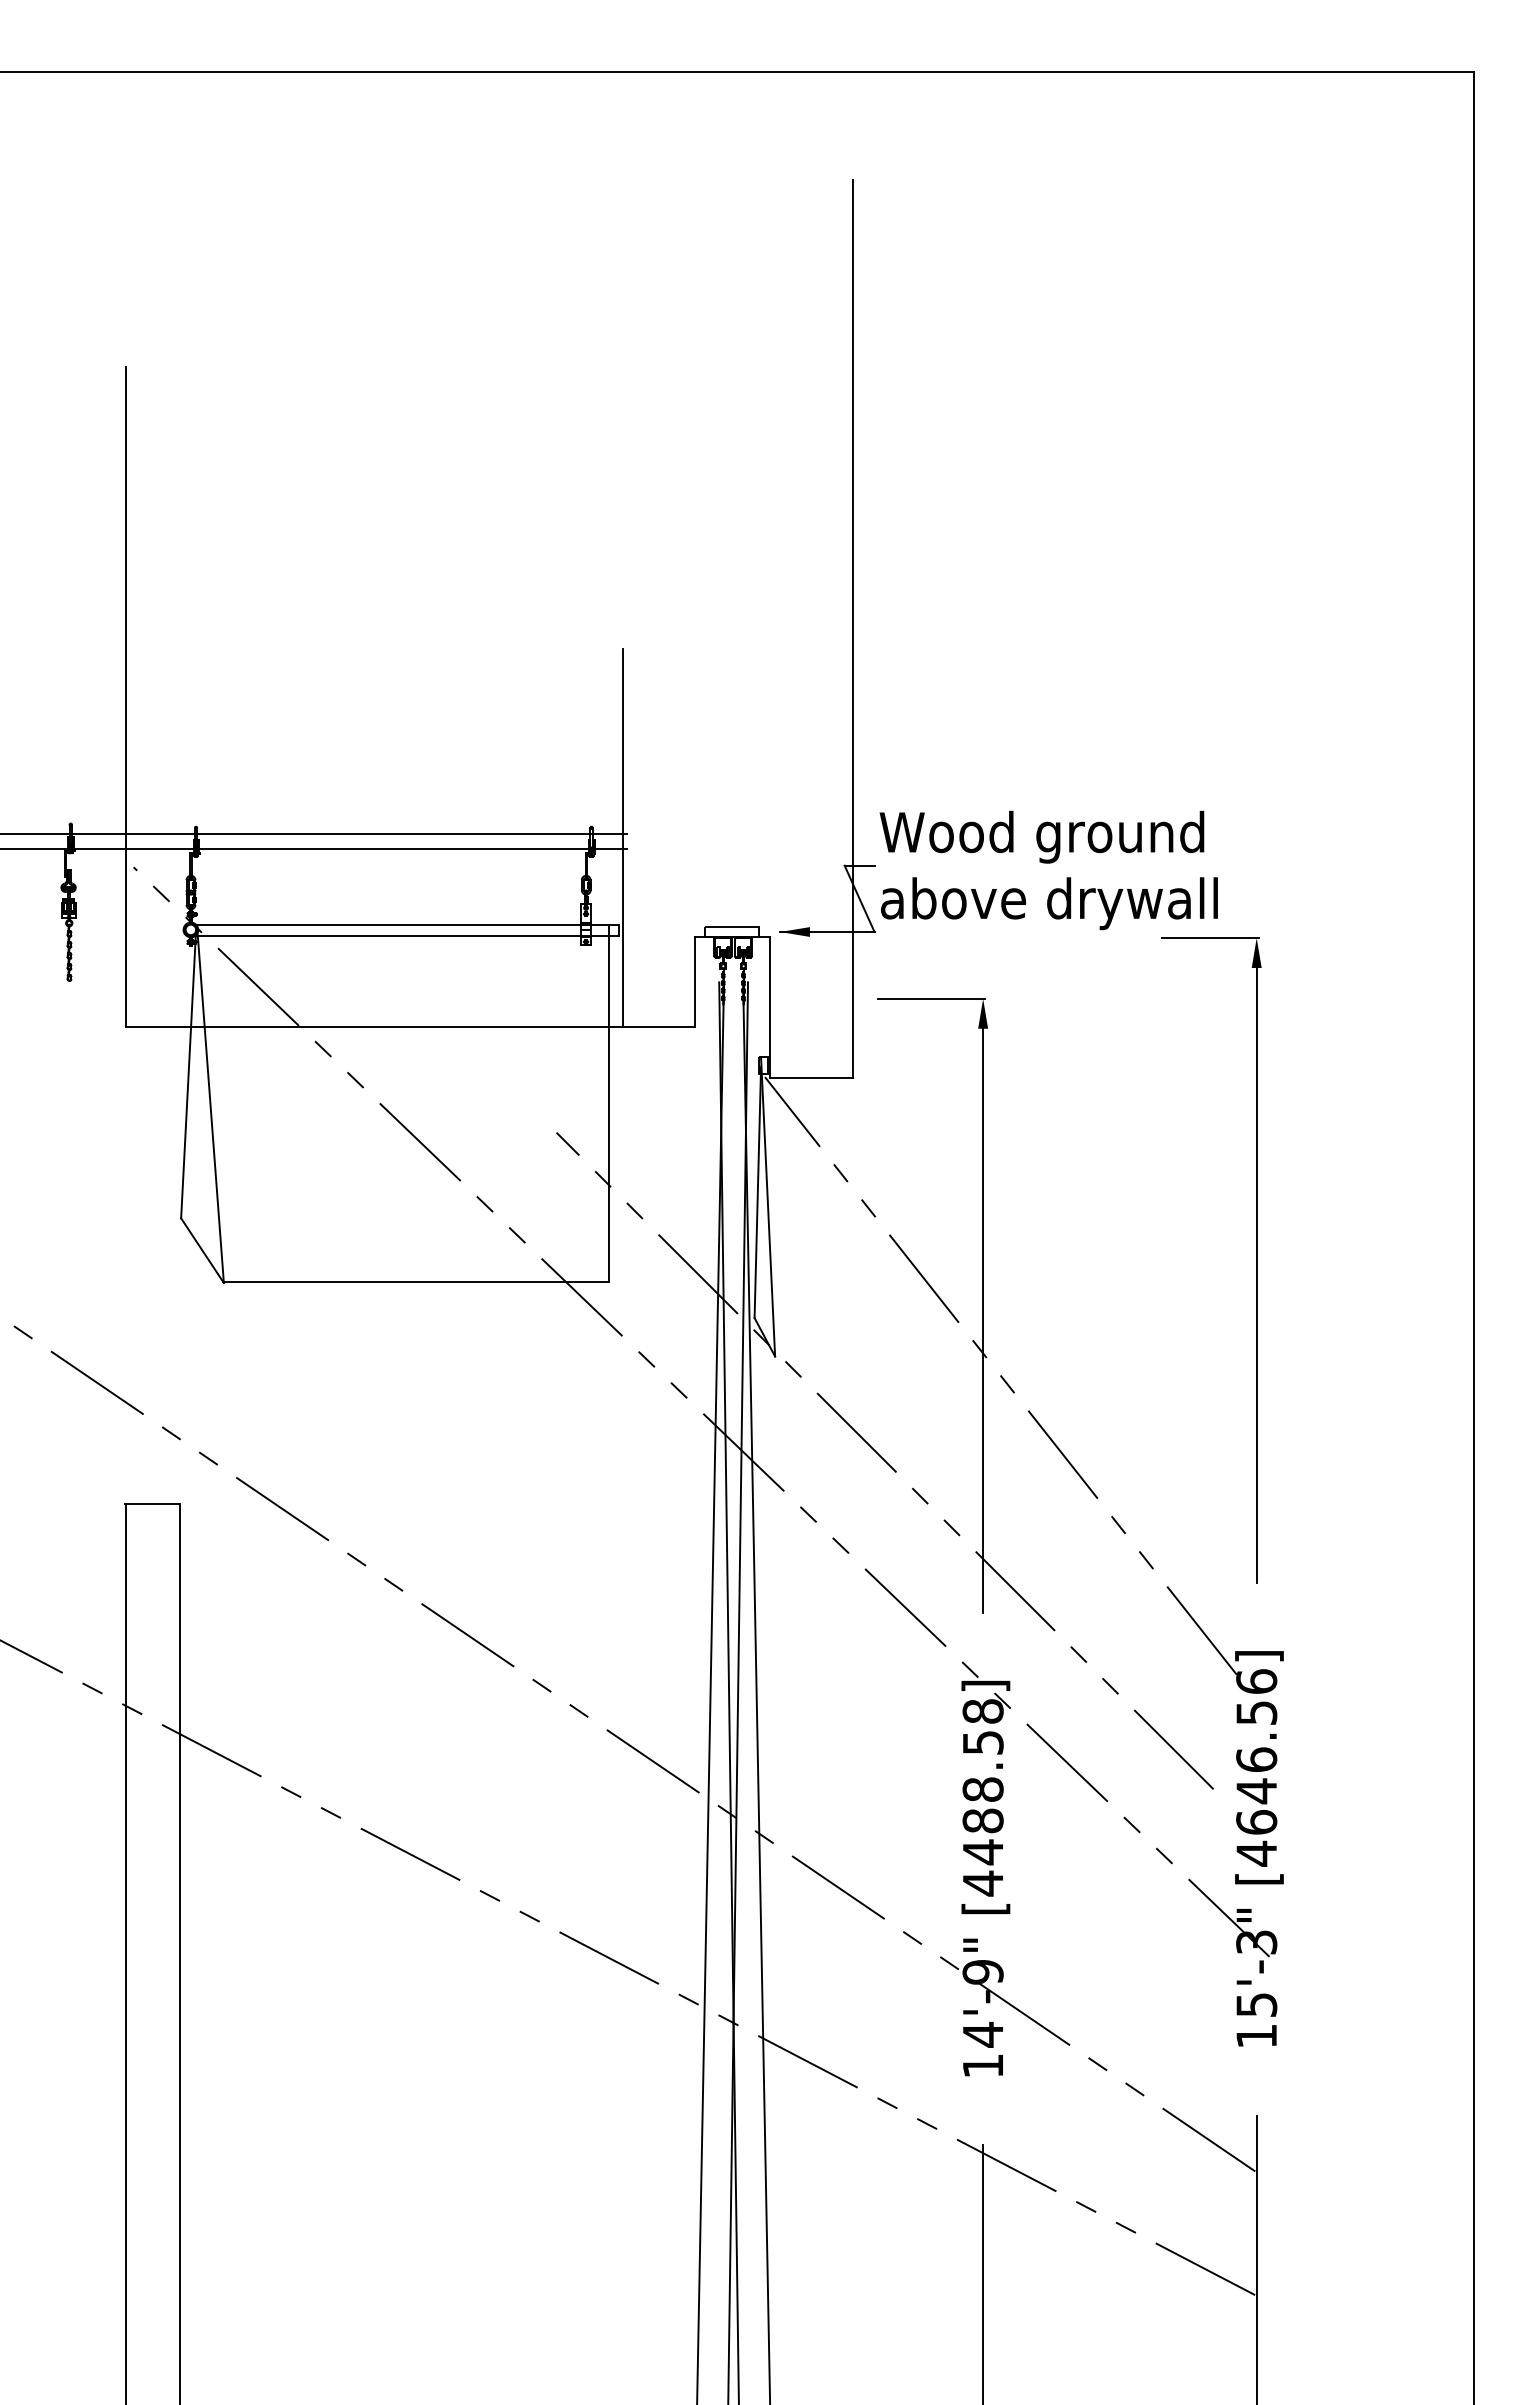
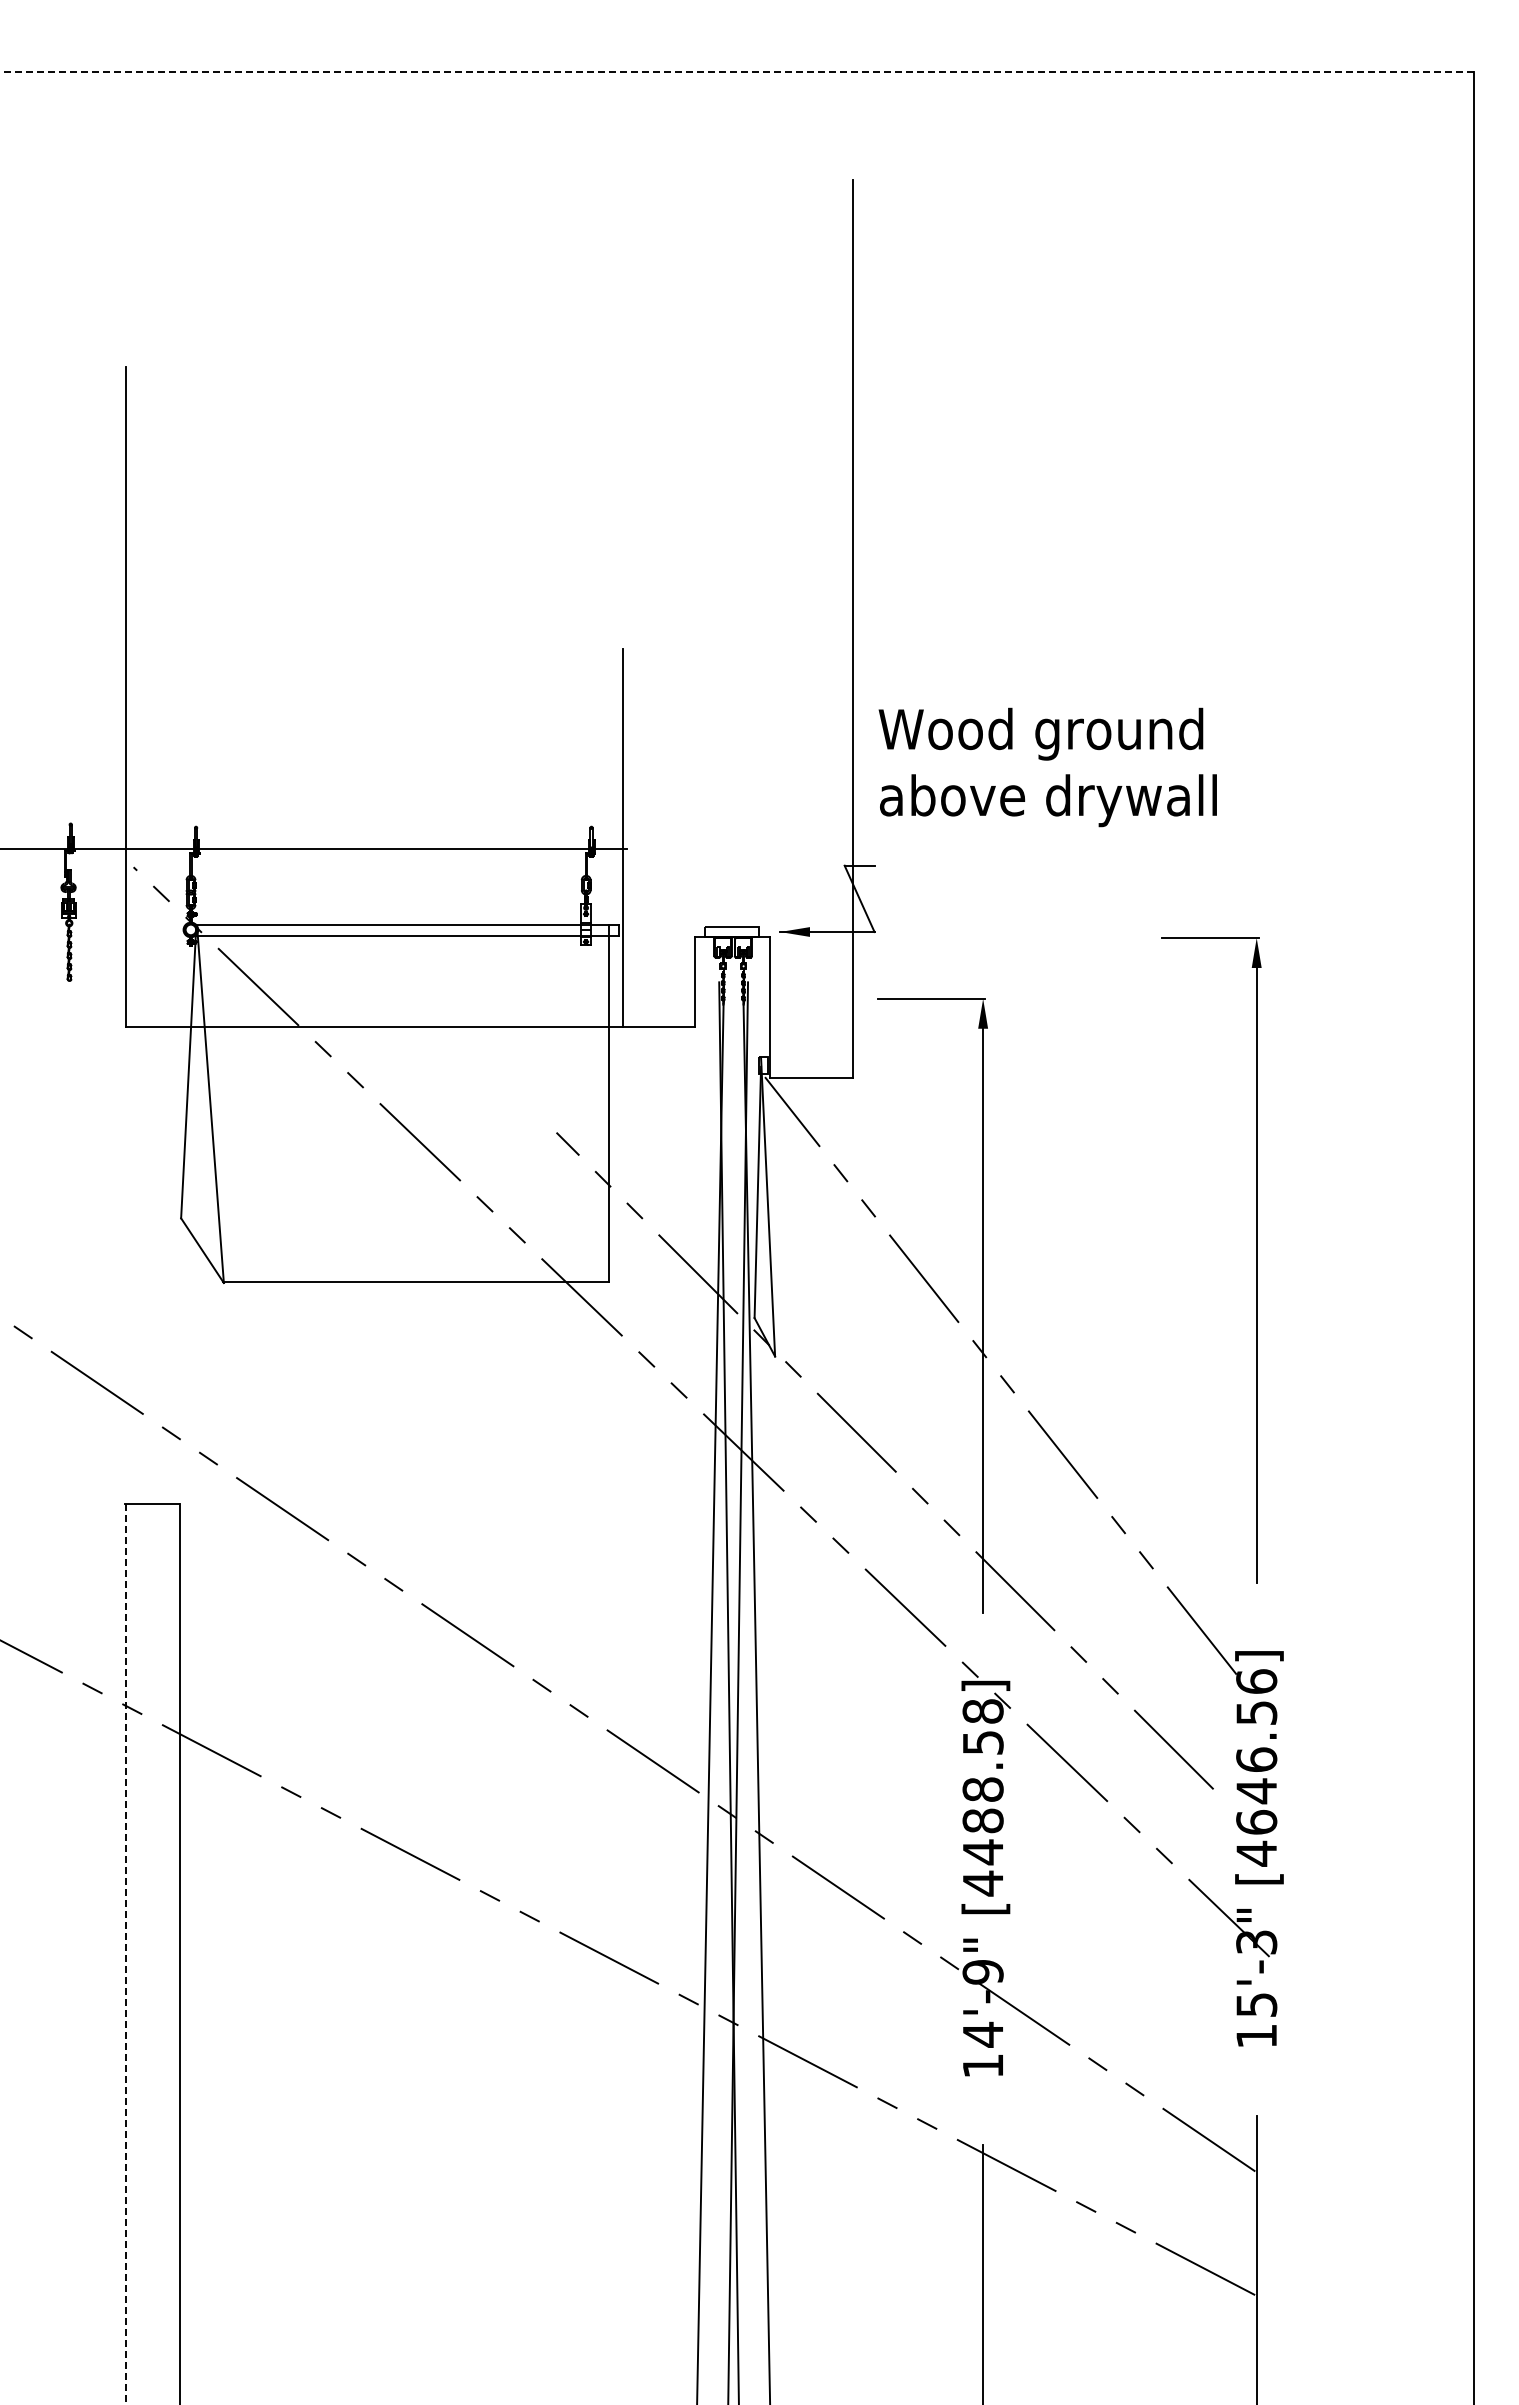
line at (736, 72): solid -> dashed
line at (314, 834): present -> none
text at (1048, 870) position: (1048, 870) -> (1047, 767)
line at (125, 1954): solid -> dashed
